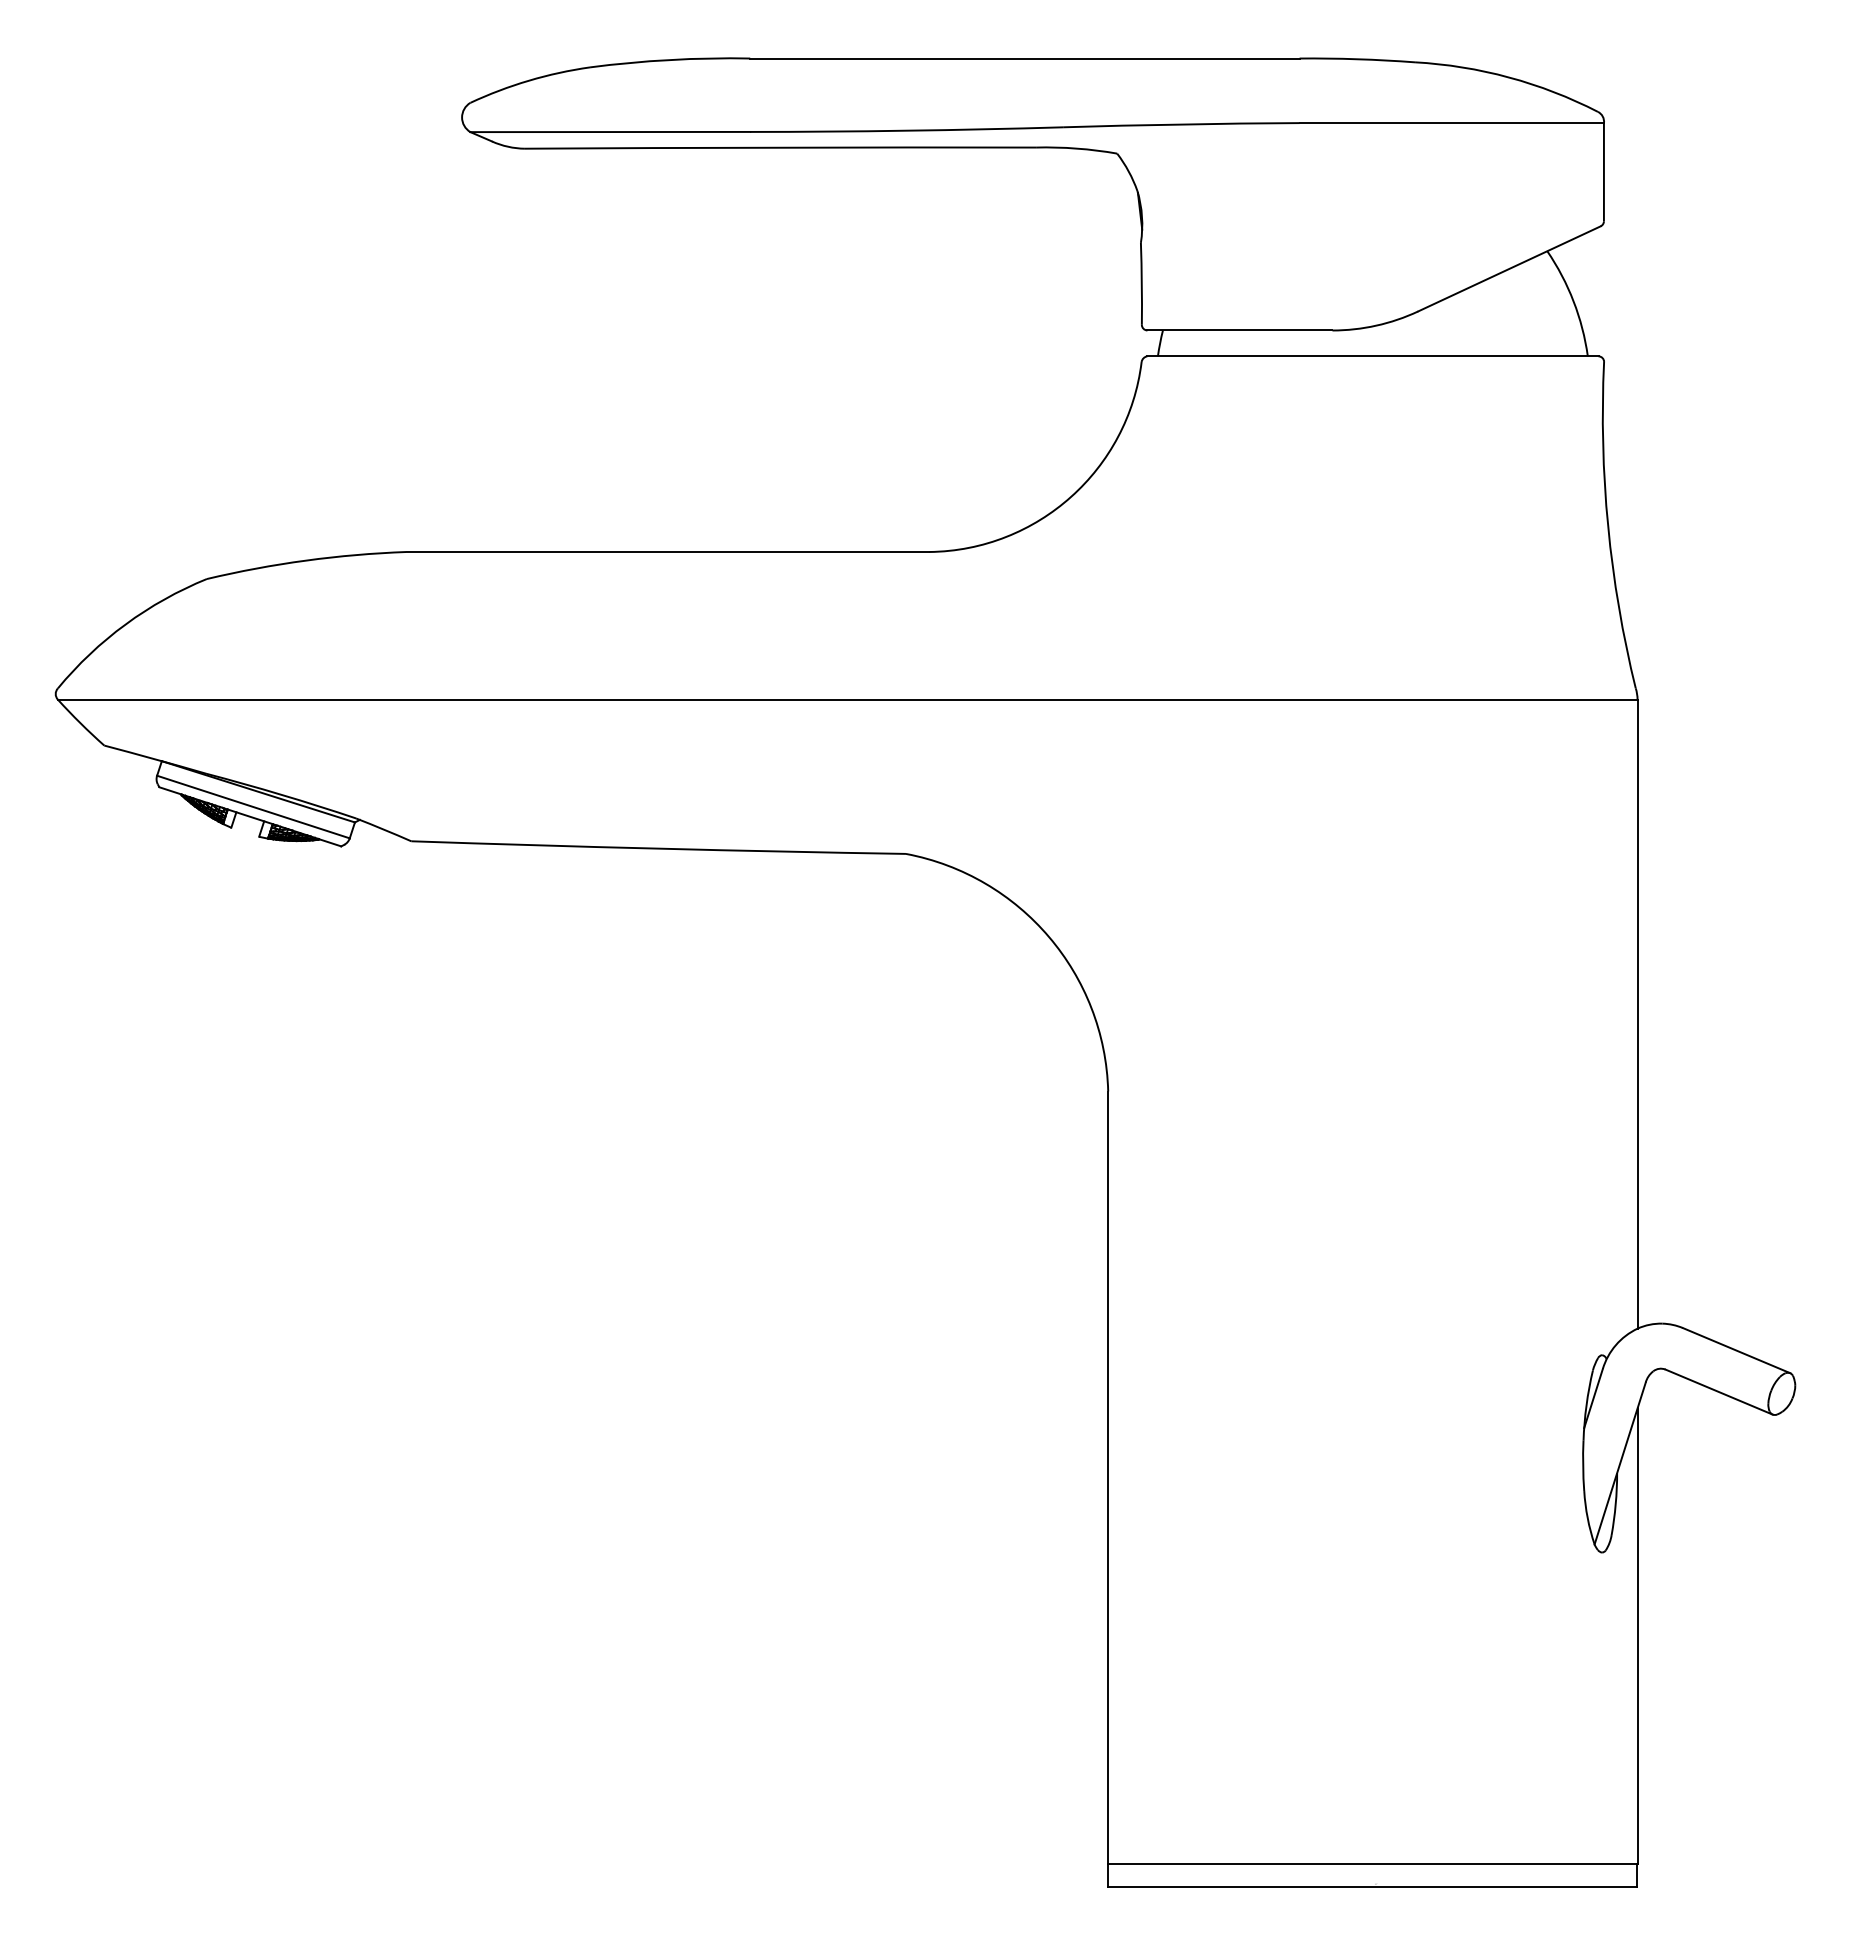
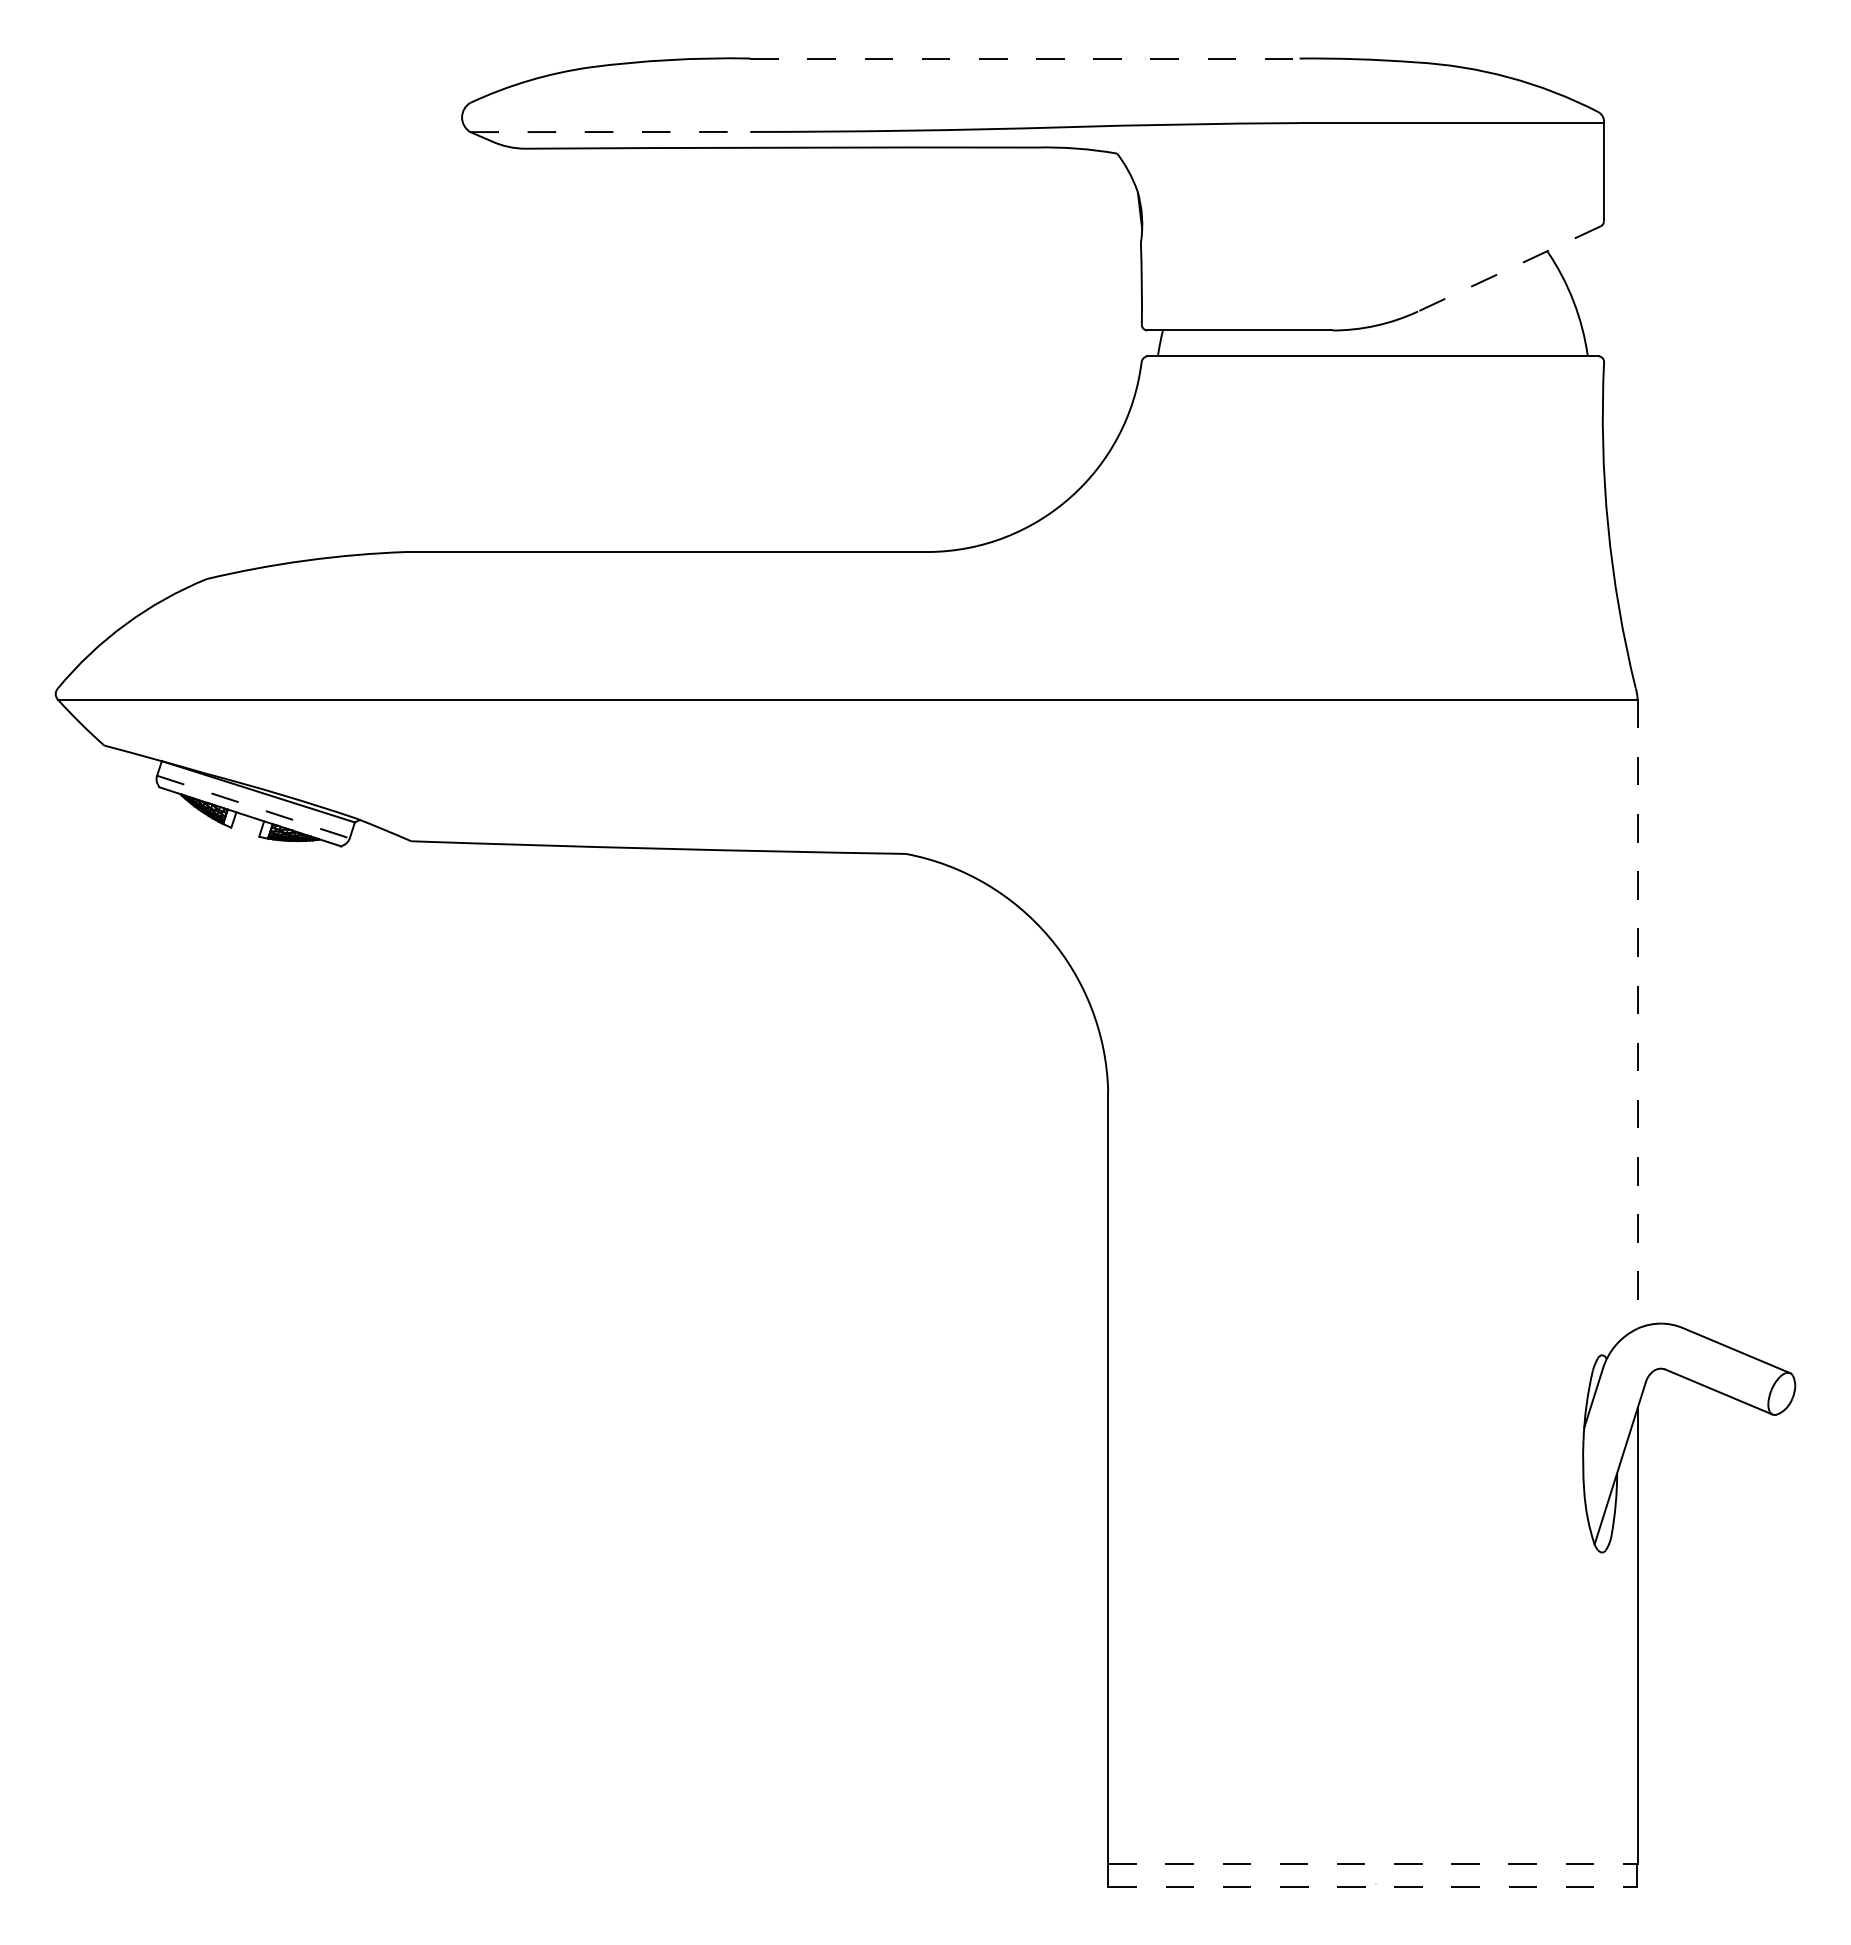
line at (1024, 58): solid -> dashed
line at (610, 132): solid -> dashed
line at (1509, 268): solid -> dashed
line at (253, 807): solid -> dashed
line at (1637, 1014): solid -> dashed
line at (1372, 1864): solid -> dashed
line at (1373, 1886): solid -> dashed
